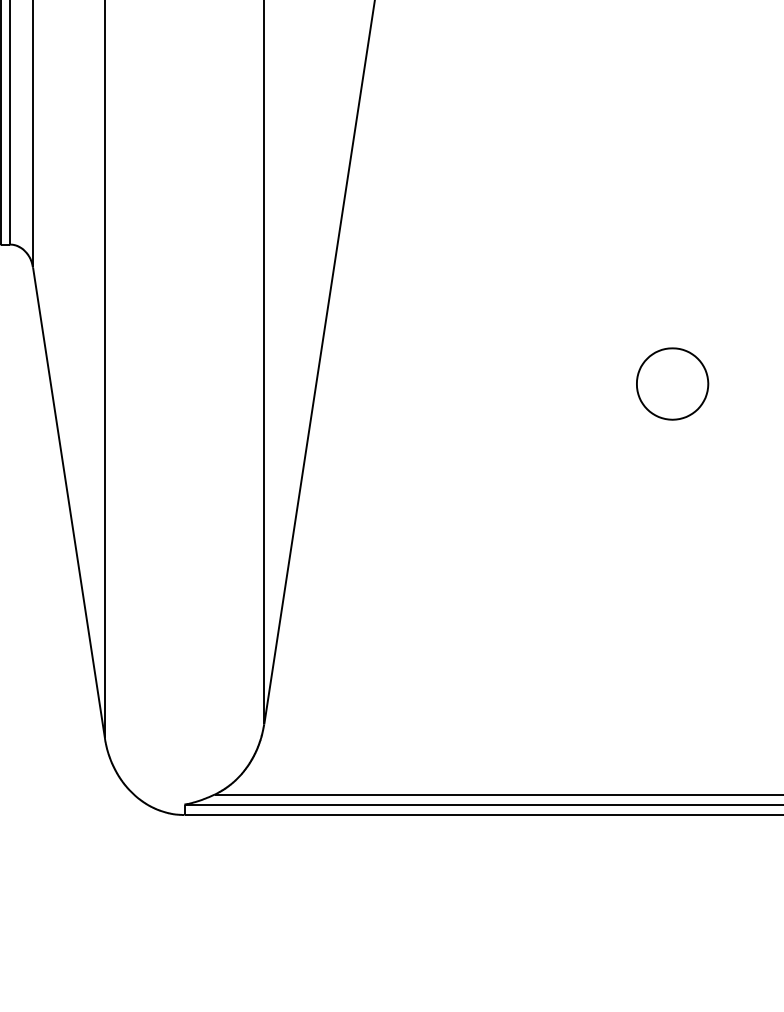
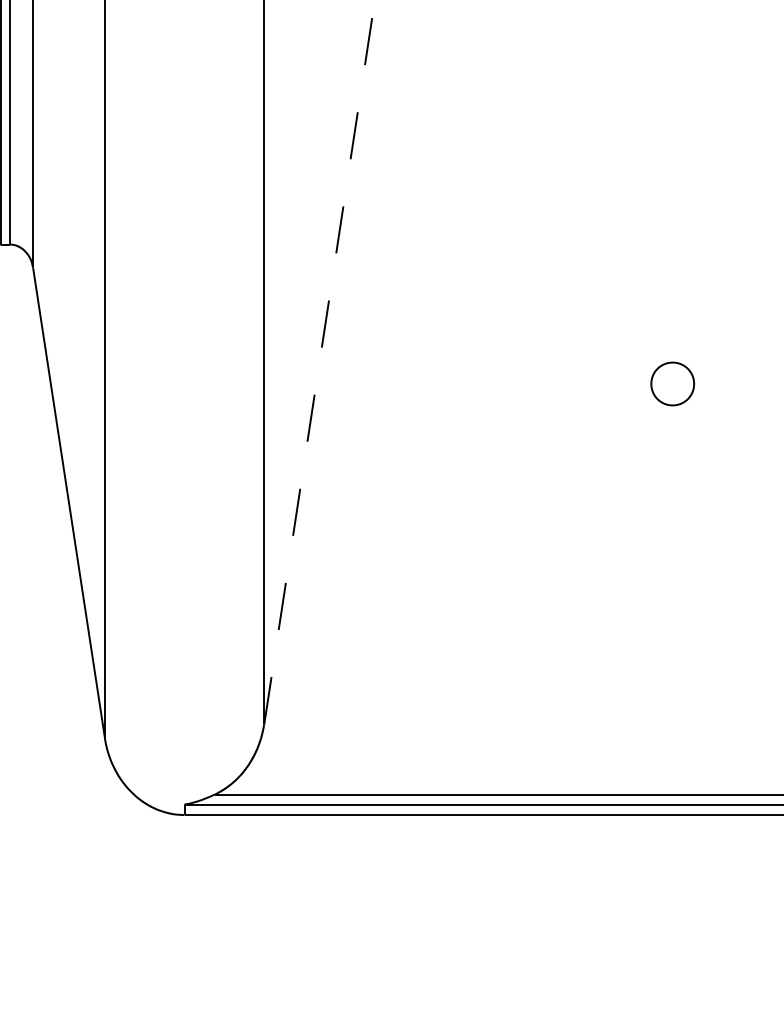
line at (319, 362): solid -> dashed
part at (672, 383) size: 74x74 px -> 46x46 px
